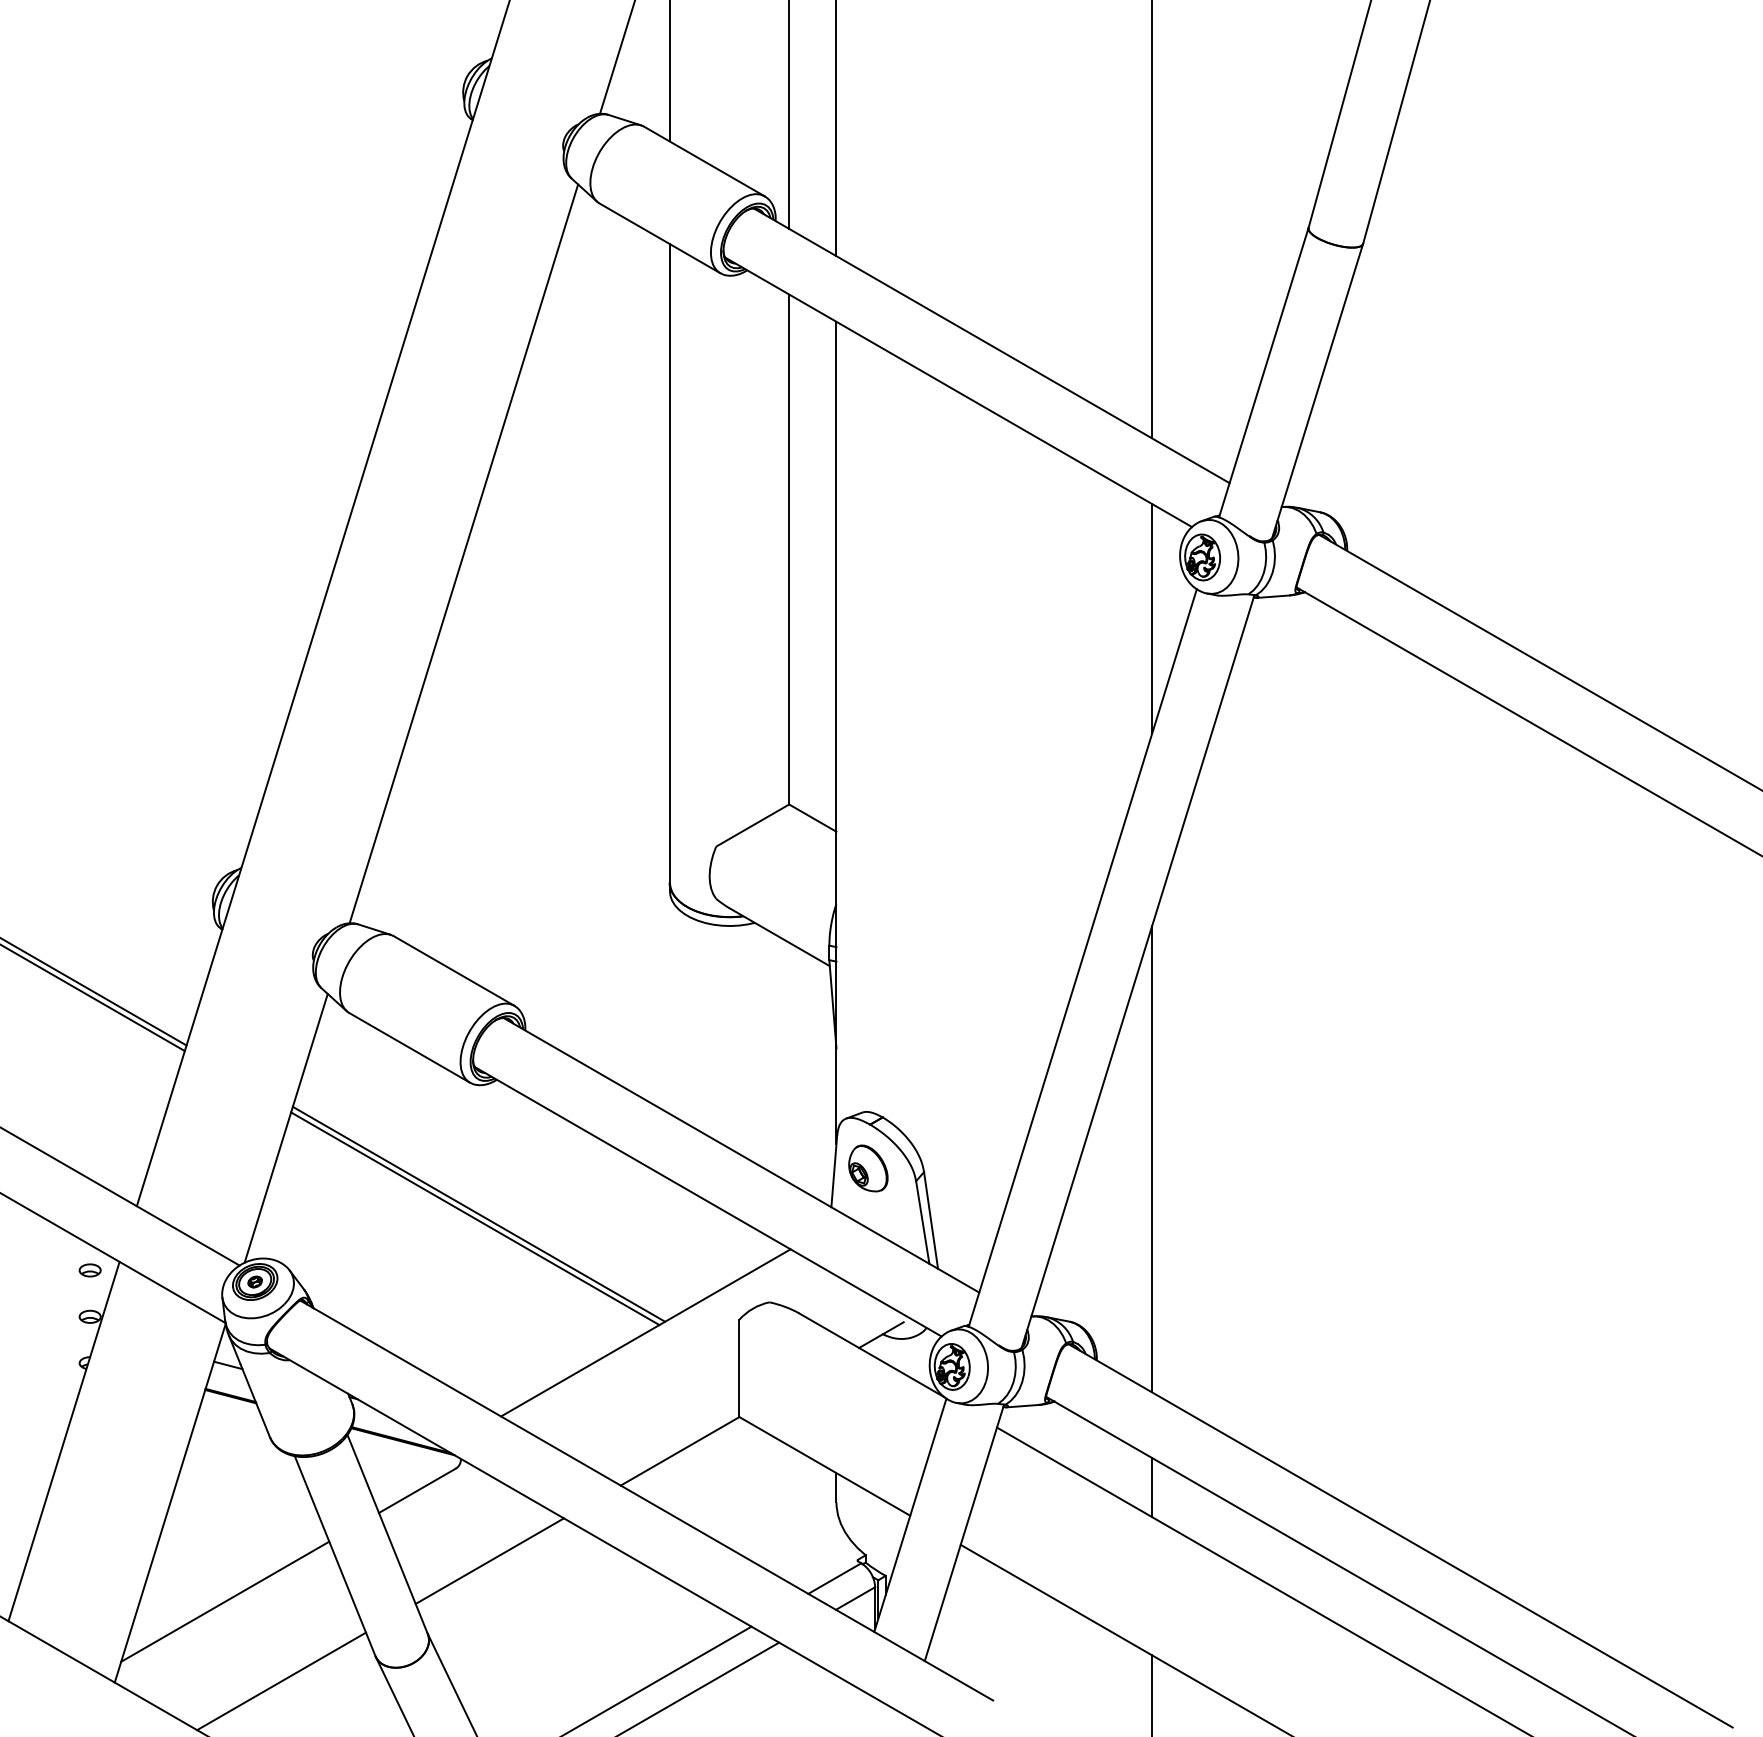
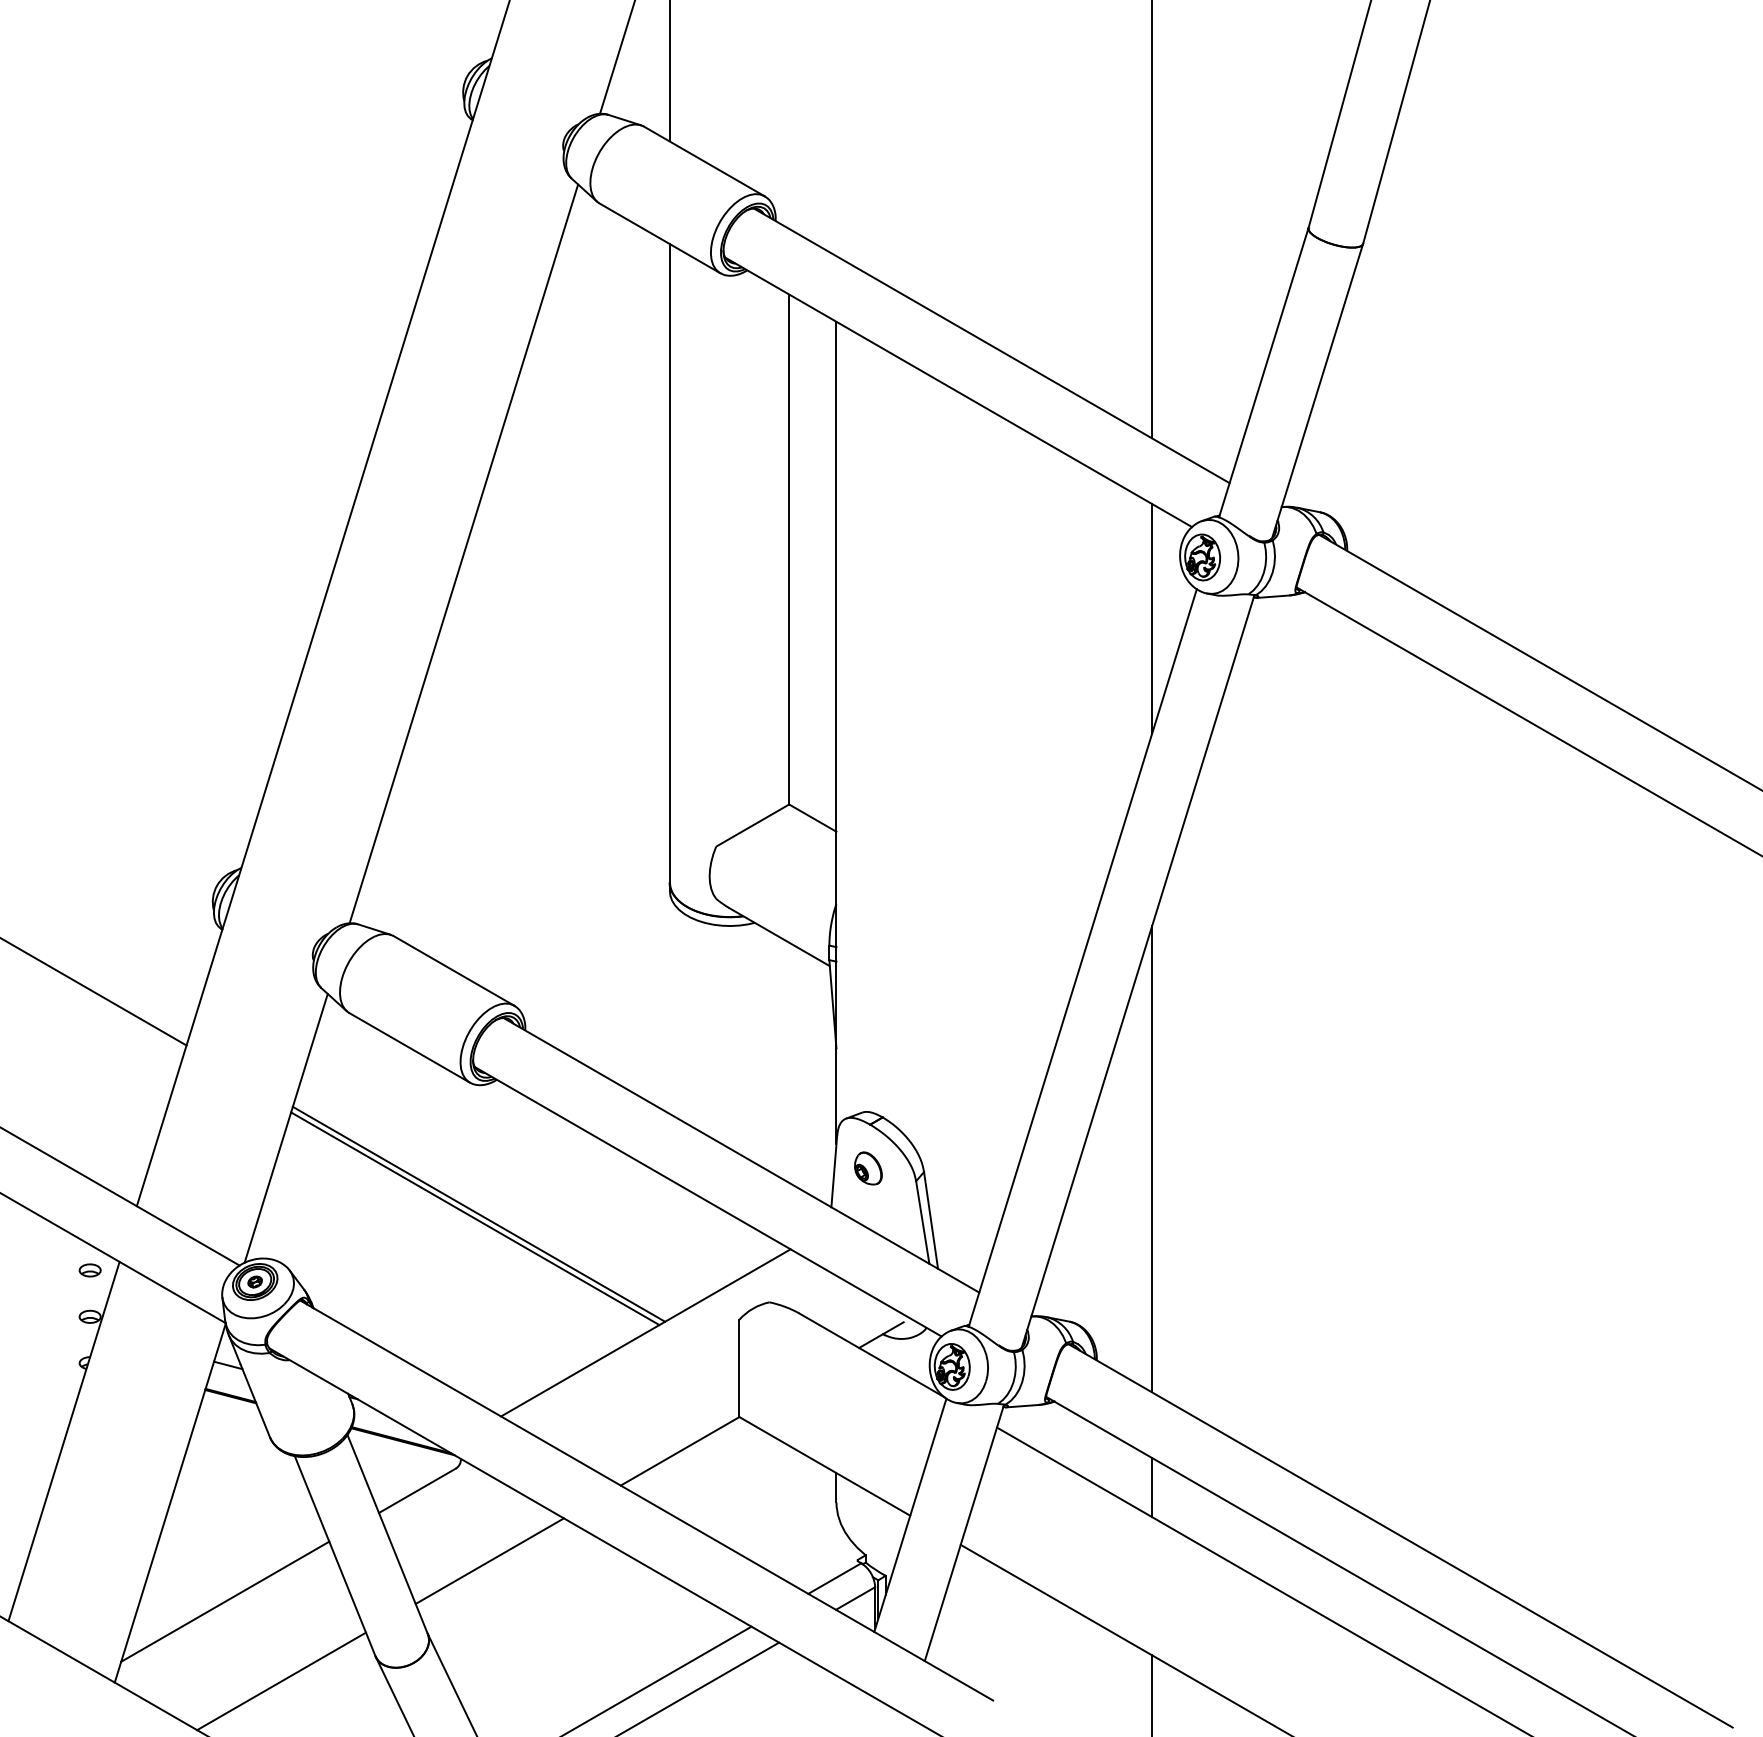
line at (789, 115): present -> none
line at (836, 129): present -> none
line at (93, 998): present -> none
part at (868, 1168) size: 41x49 px -> 29x35 px
